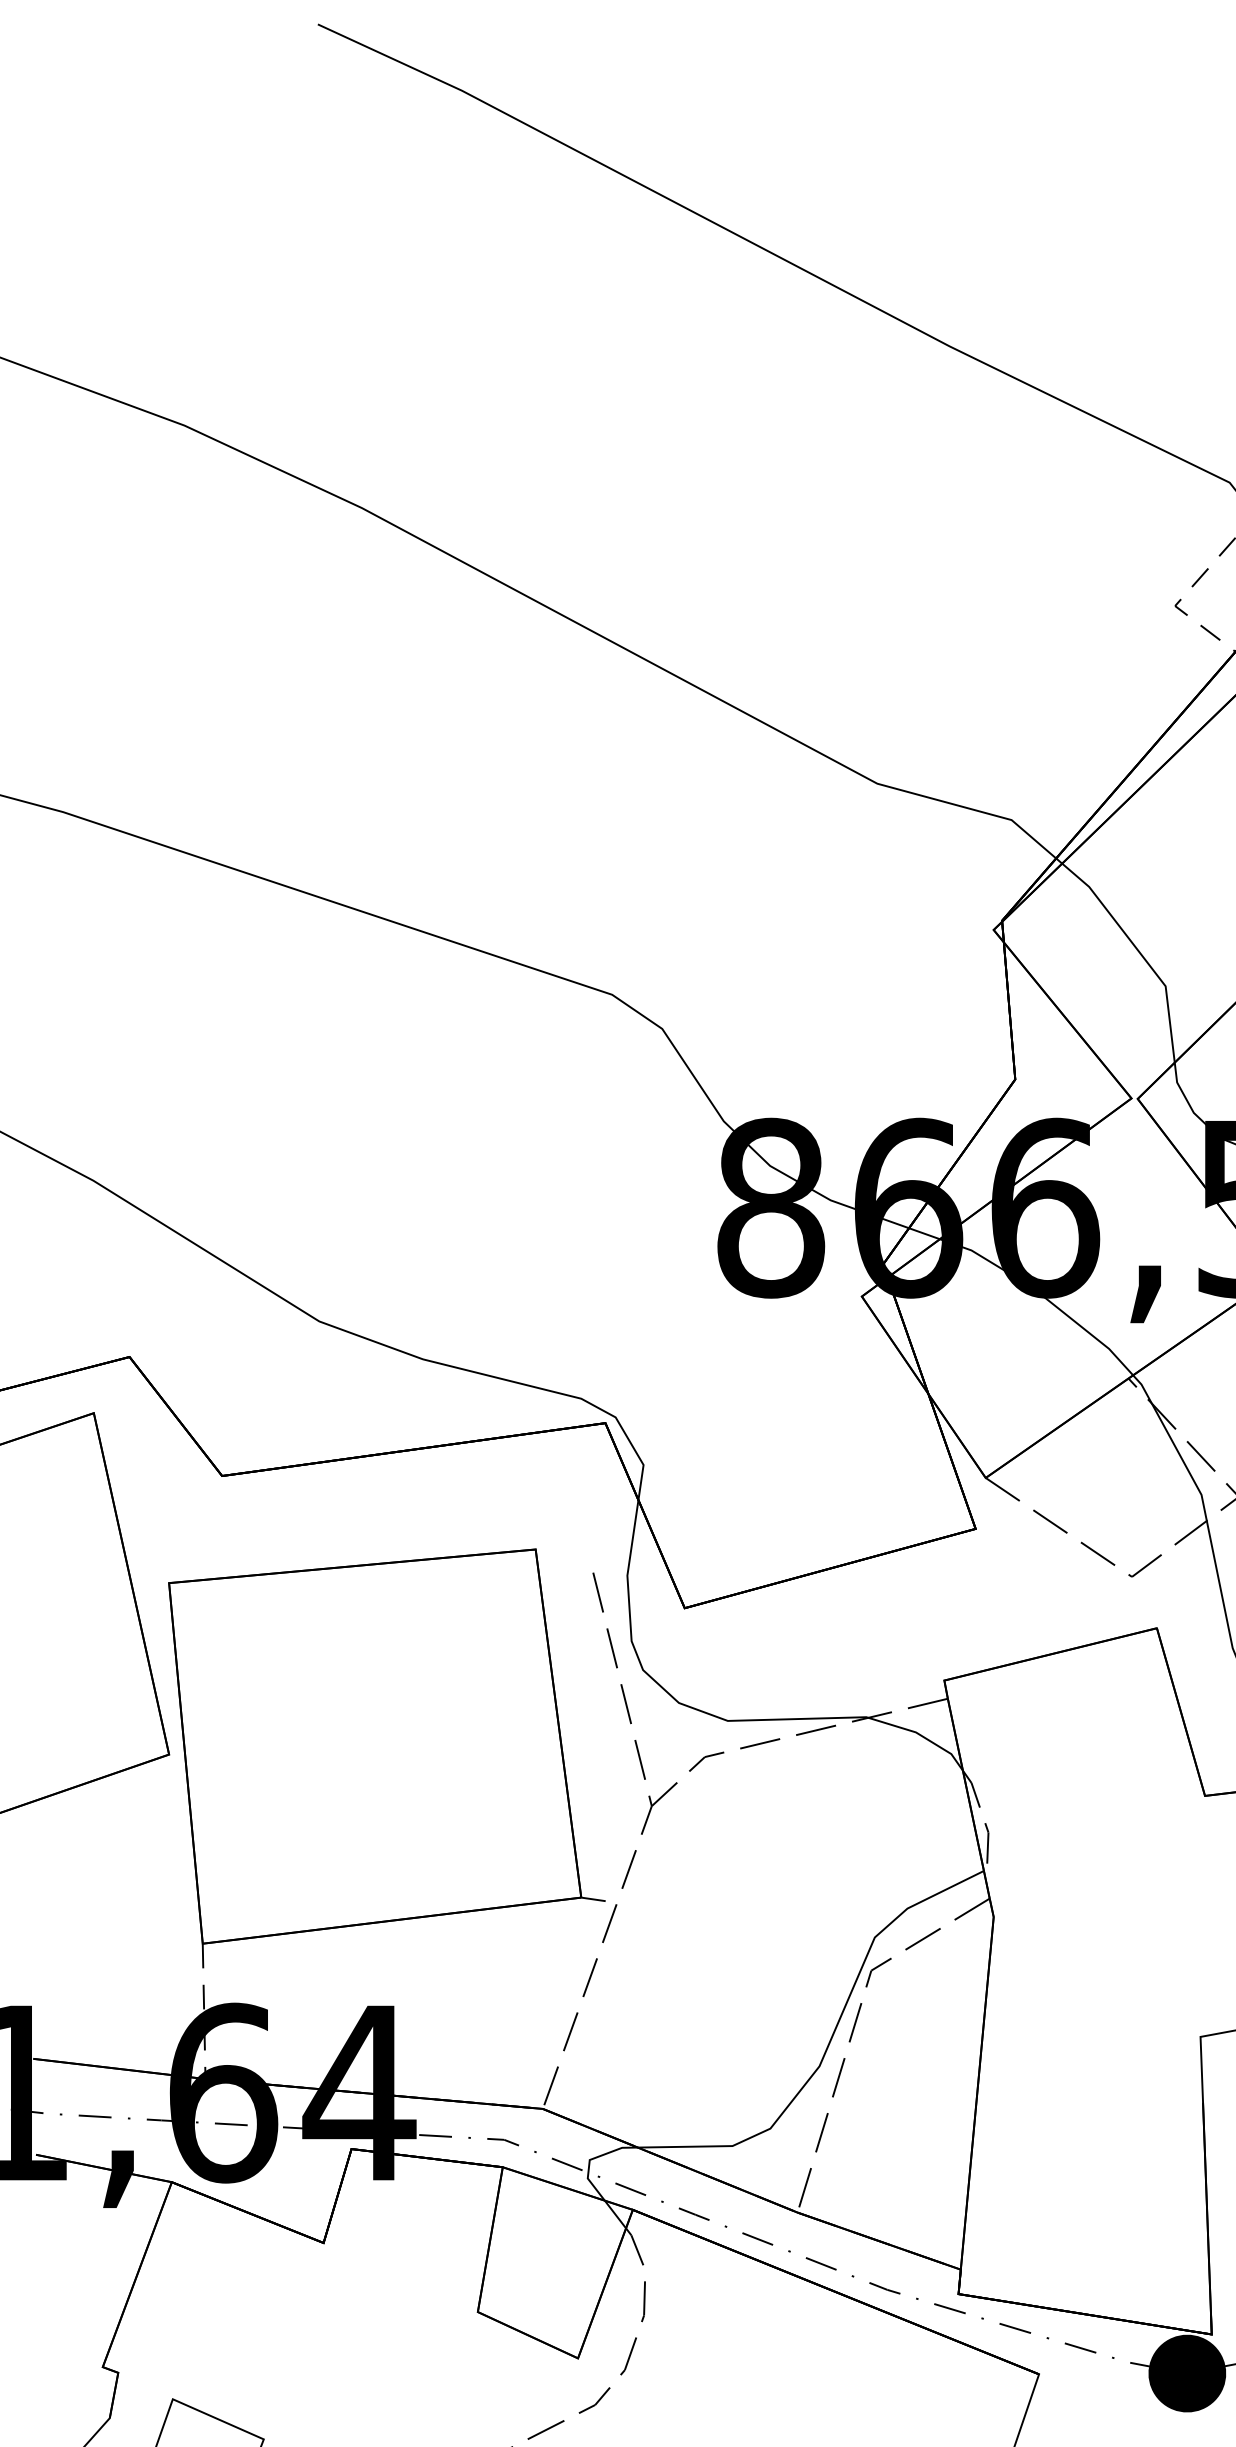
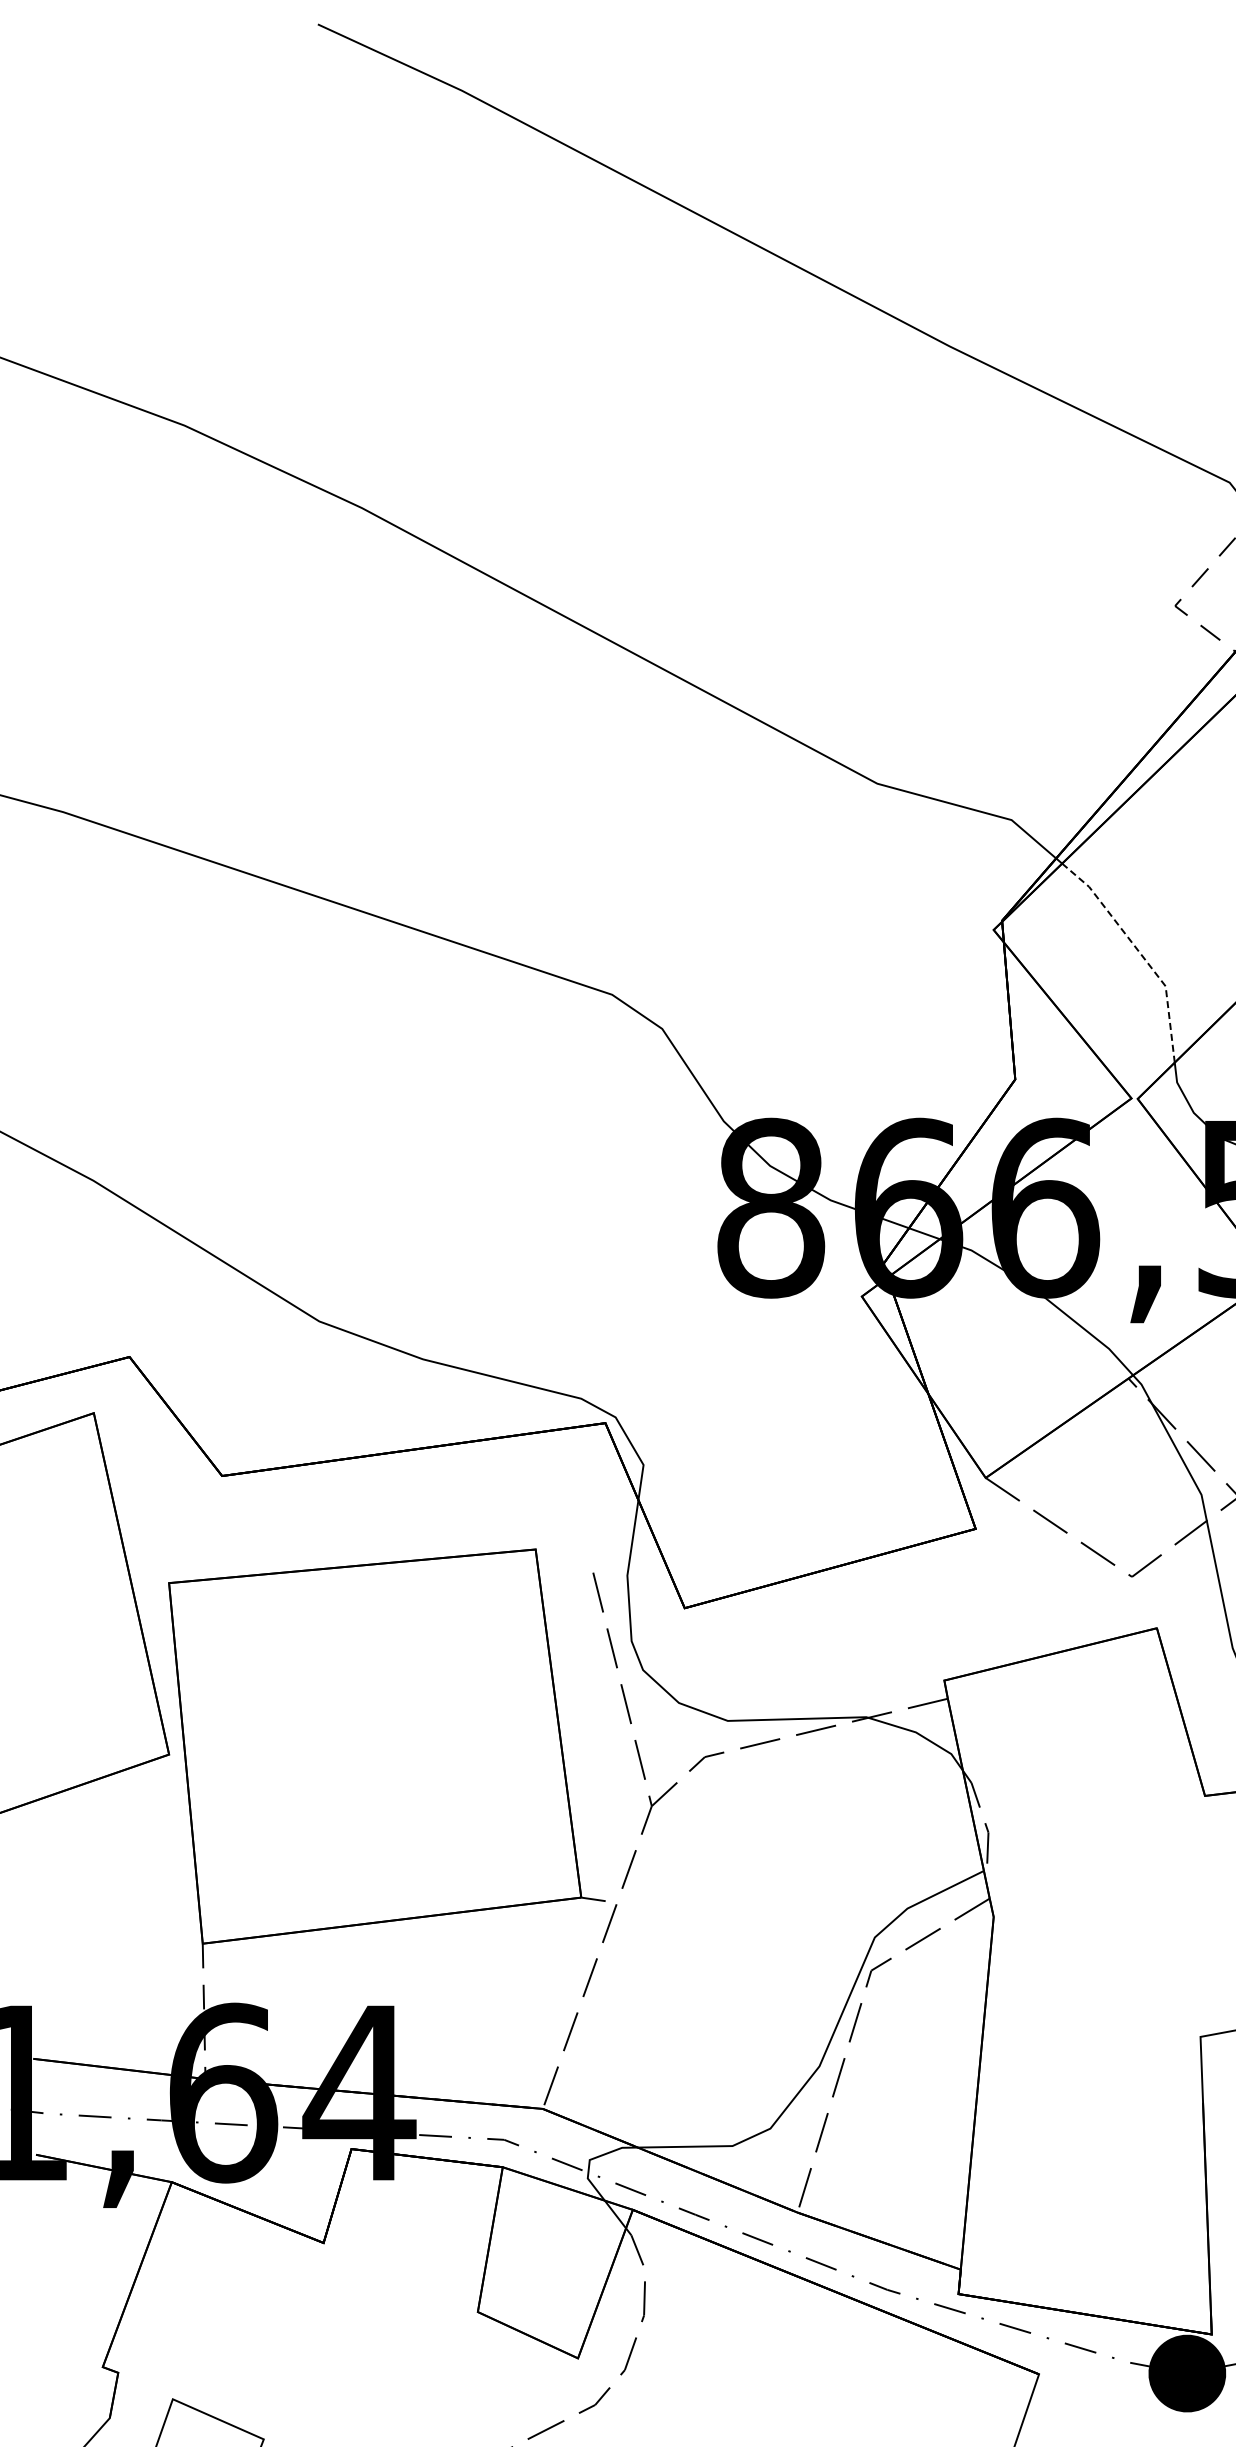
line at (1140, 953): solid -> dashed
